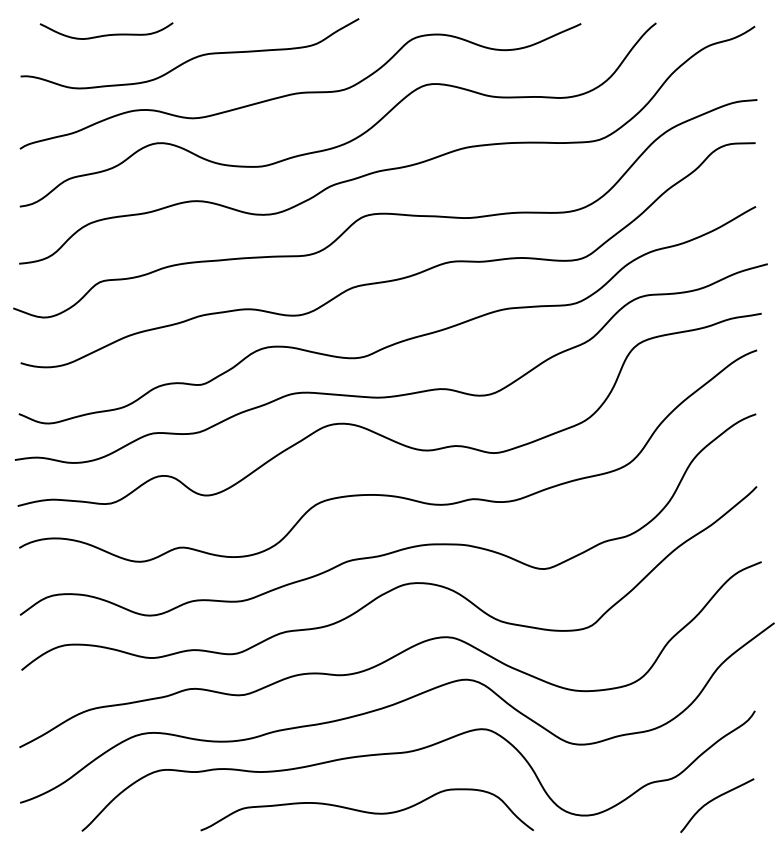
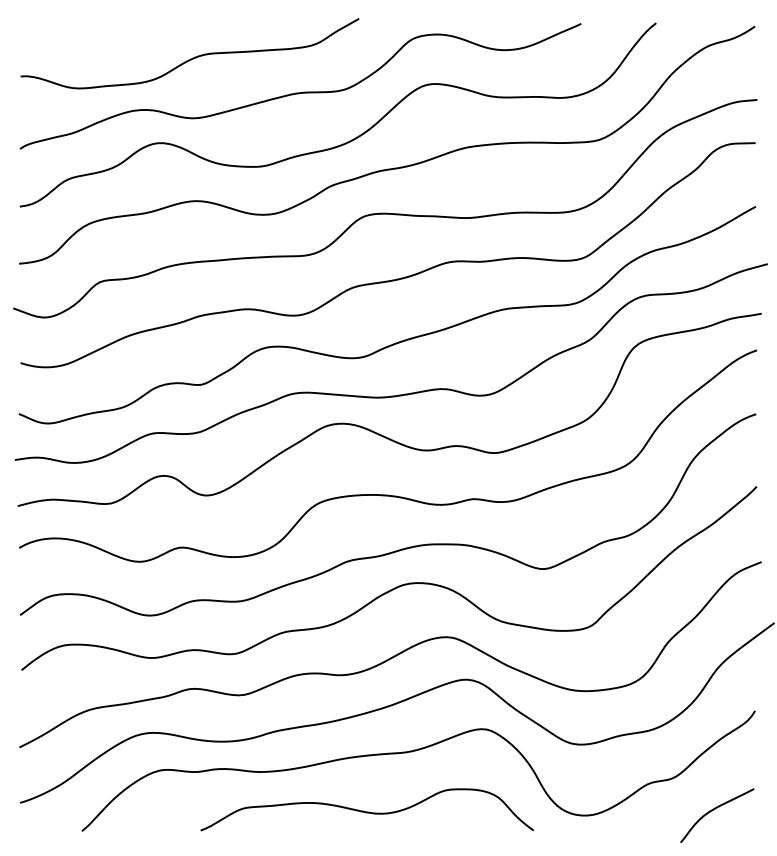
curve at (106, 34): present -> none
curve at (715, 799) position: (715, 799) -> (715, 809)
